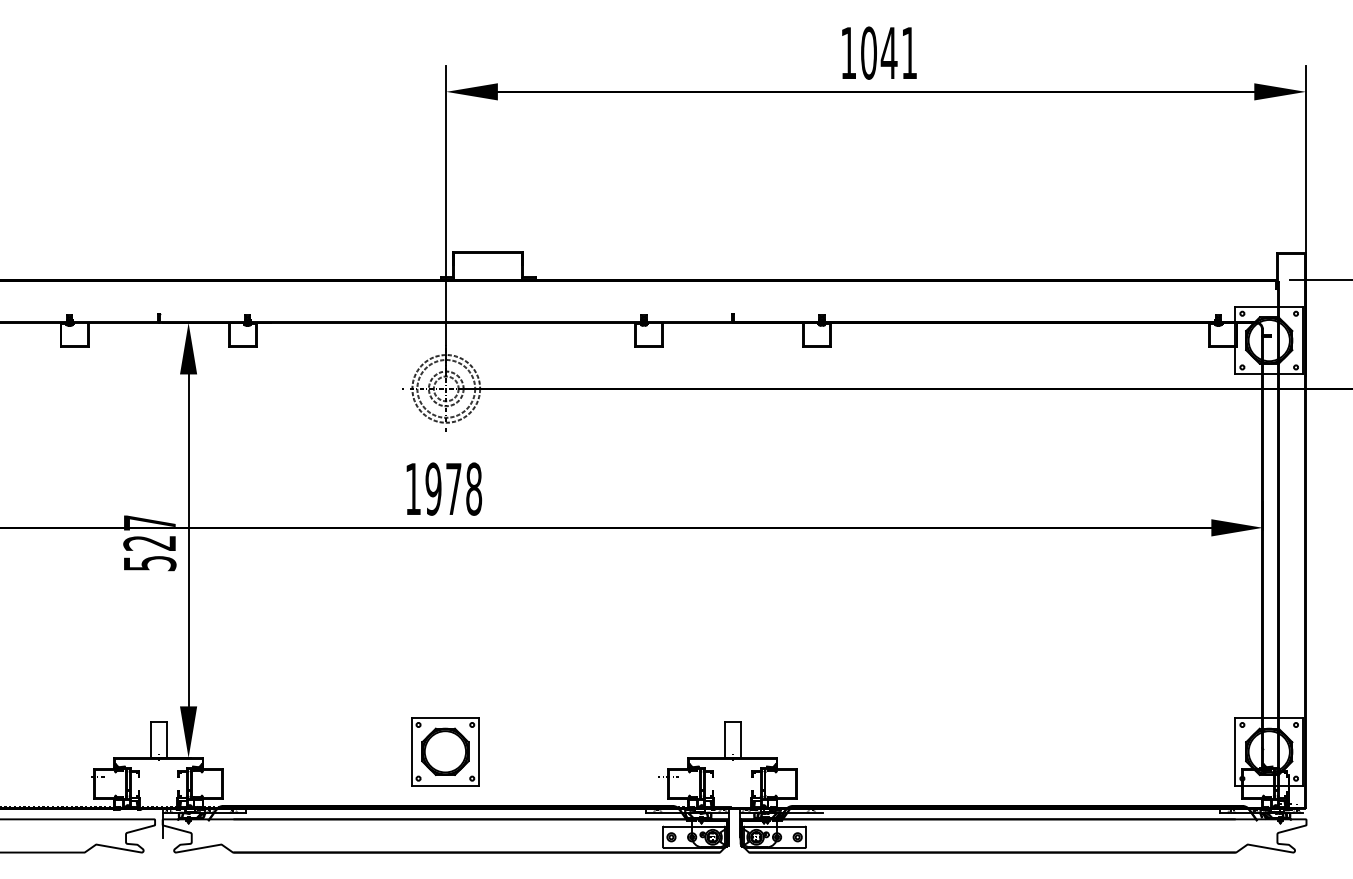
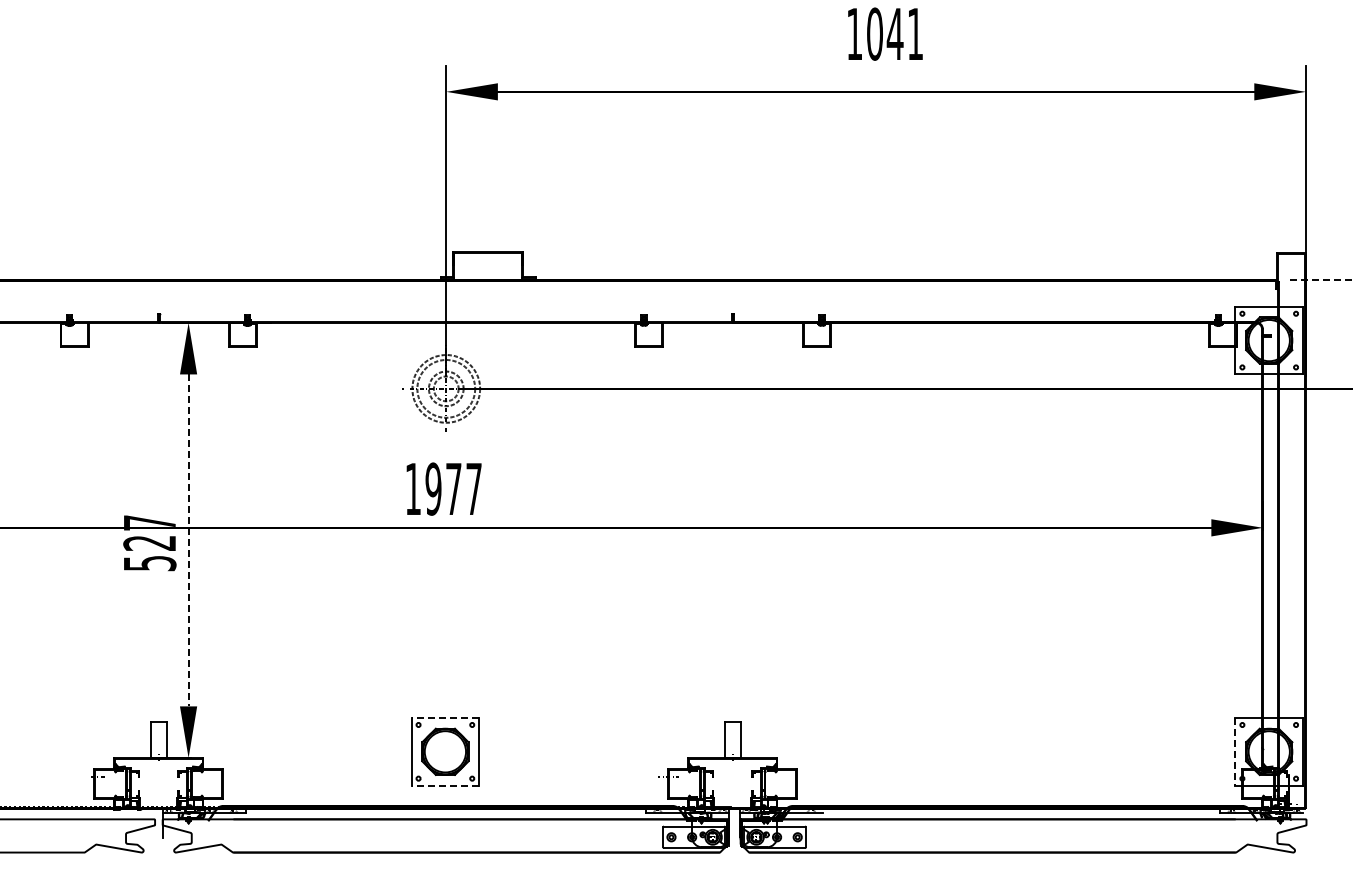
text at (879, 52) position: (879, 52) -> (885, 33)
line at (1321, 279): solid -> dashed
text at (474, 488): 1978 -> 1977
line at (188, 540): solid -> dashed
line at (445, 717): solid -> dashed
line at (1235, 751): solid -> dashed
line at (445, 785): solid -> dashed
